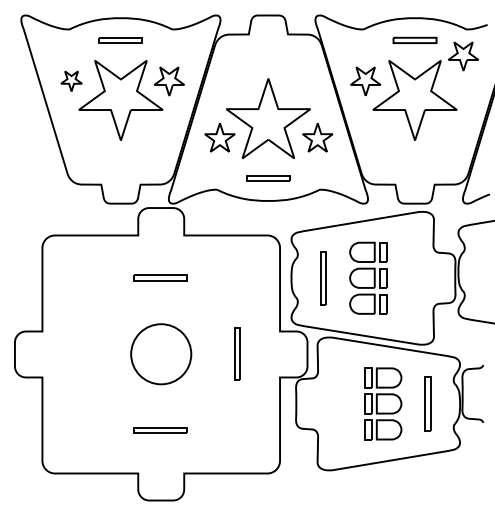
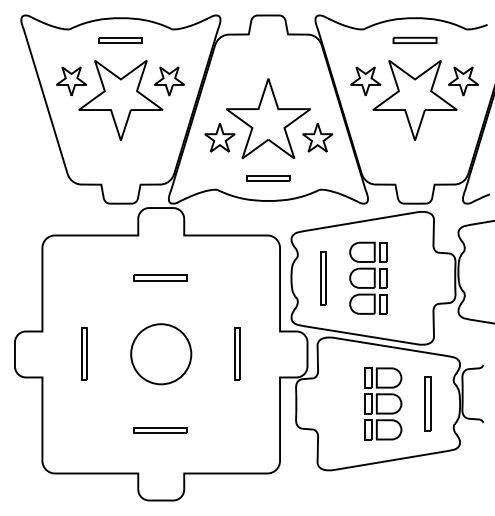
part at (463, 56) position: (463, 56) -> (463, 81)
part at (71, 80) size: 23x22 px -> 31x30 px
part at (84, 353): none -> present
